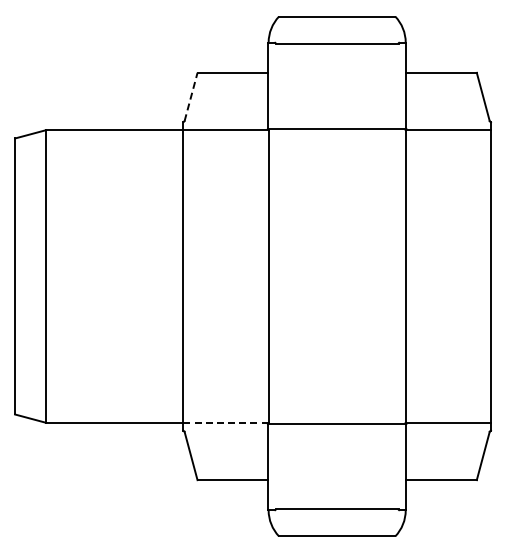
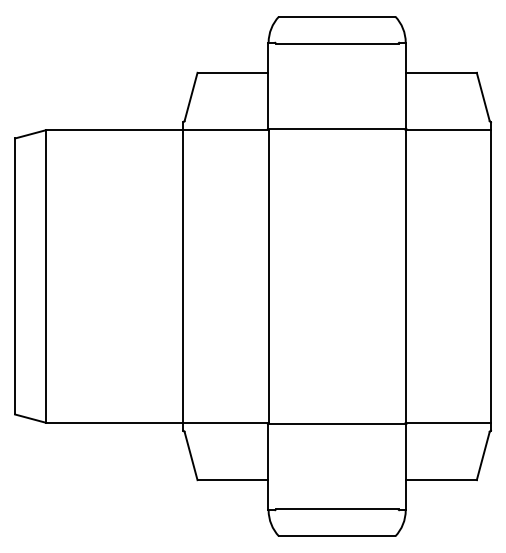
line at (191, 96): dashed -> solid
line at (226, 422): dashed -> solid
